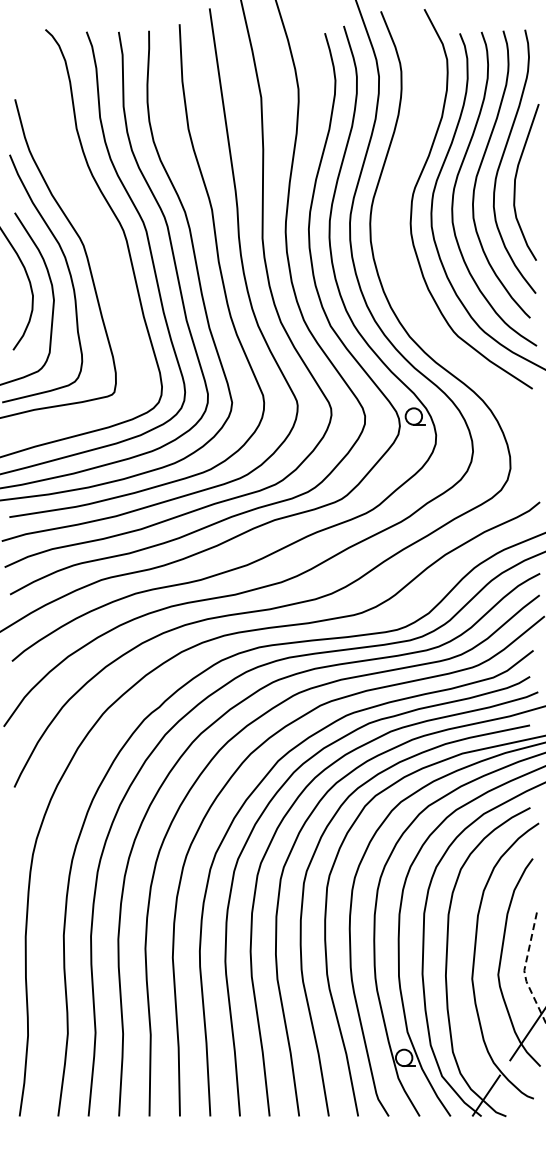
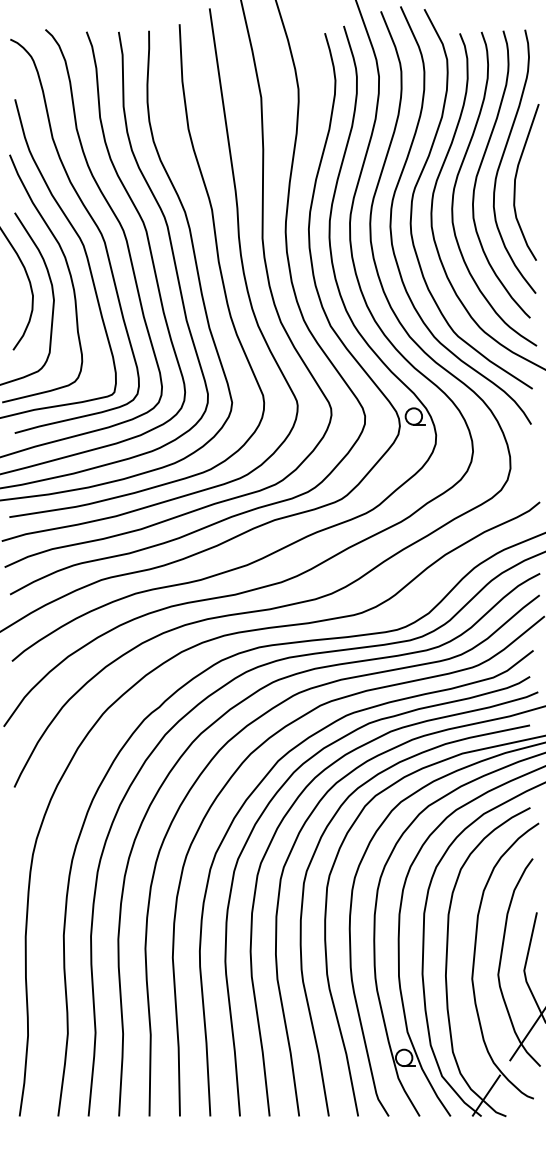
curve at (393, 203): none -> present
curve at (94, 224): none -> present
line at (524, 970): dashed -> solid
